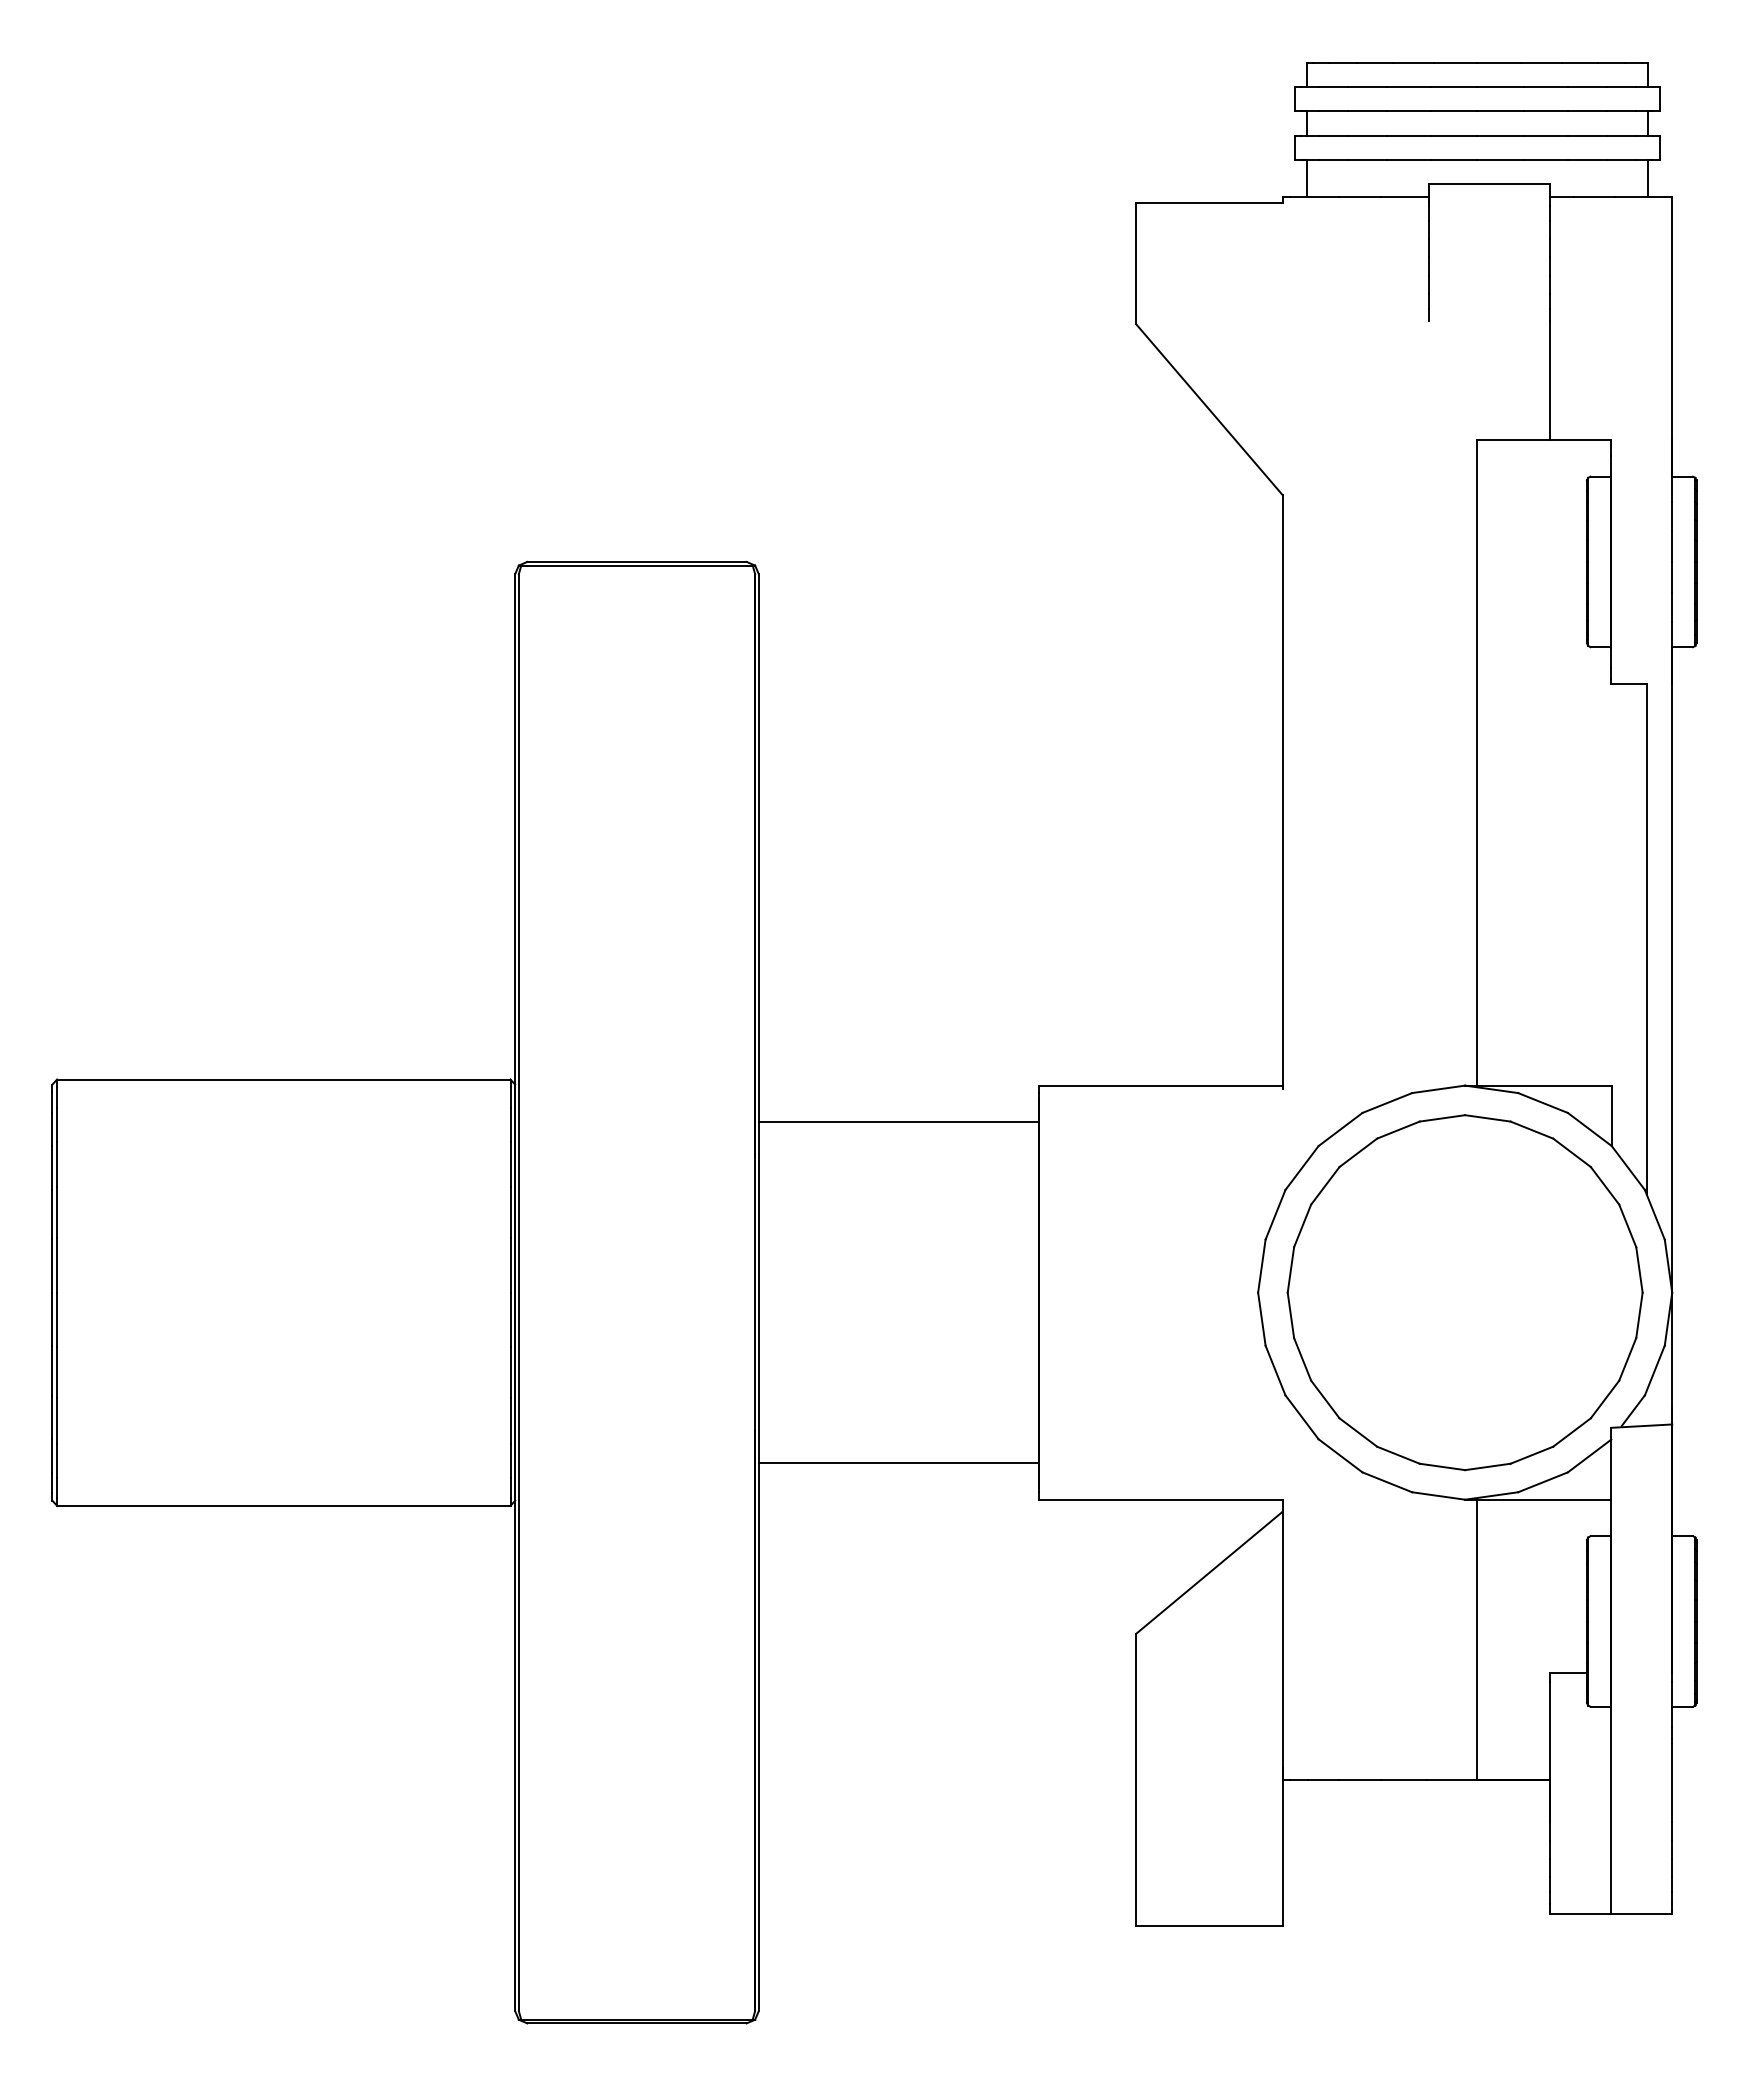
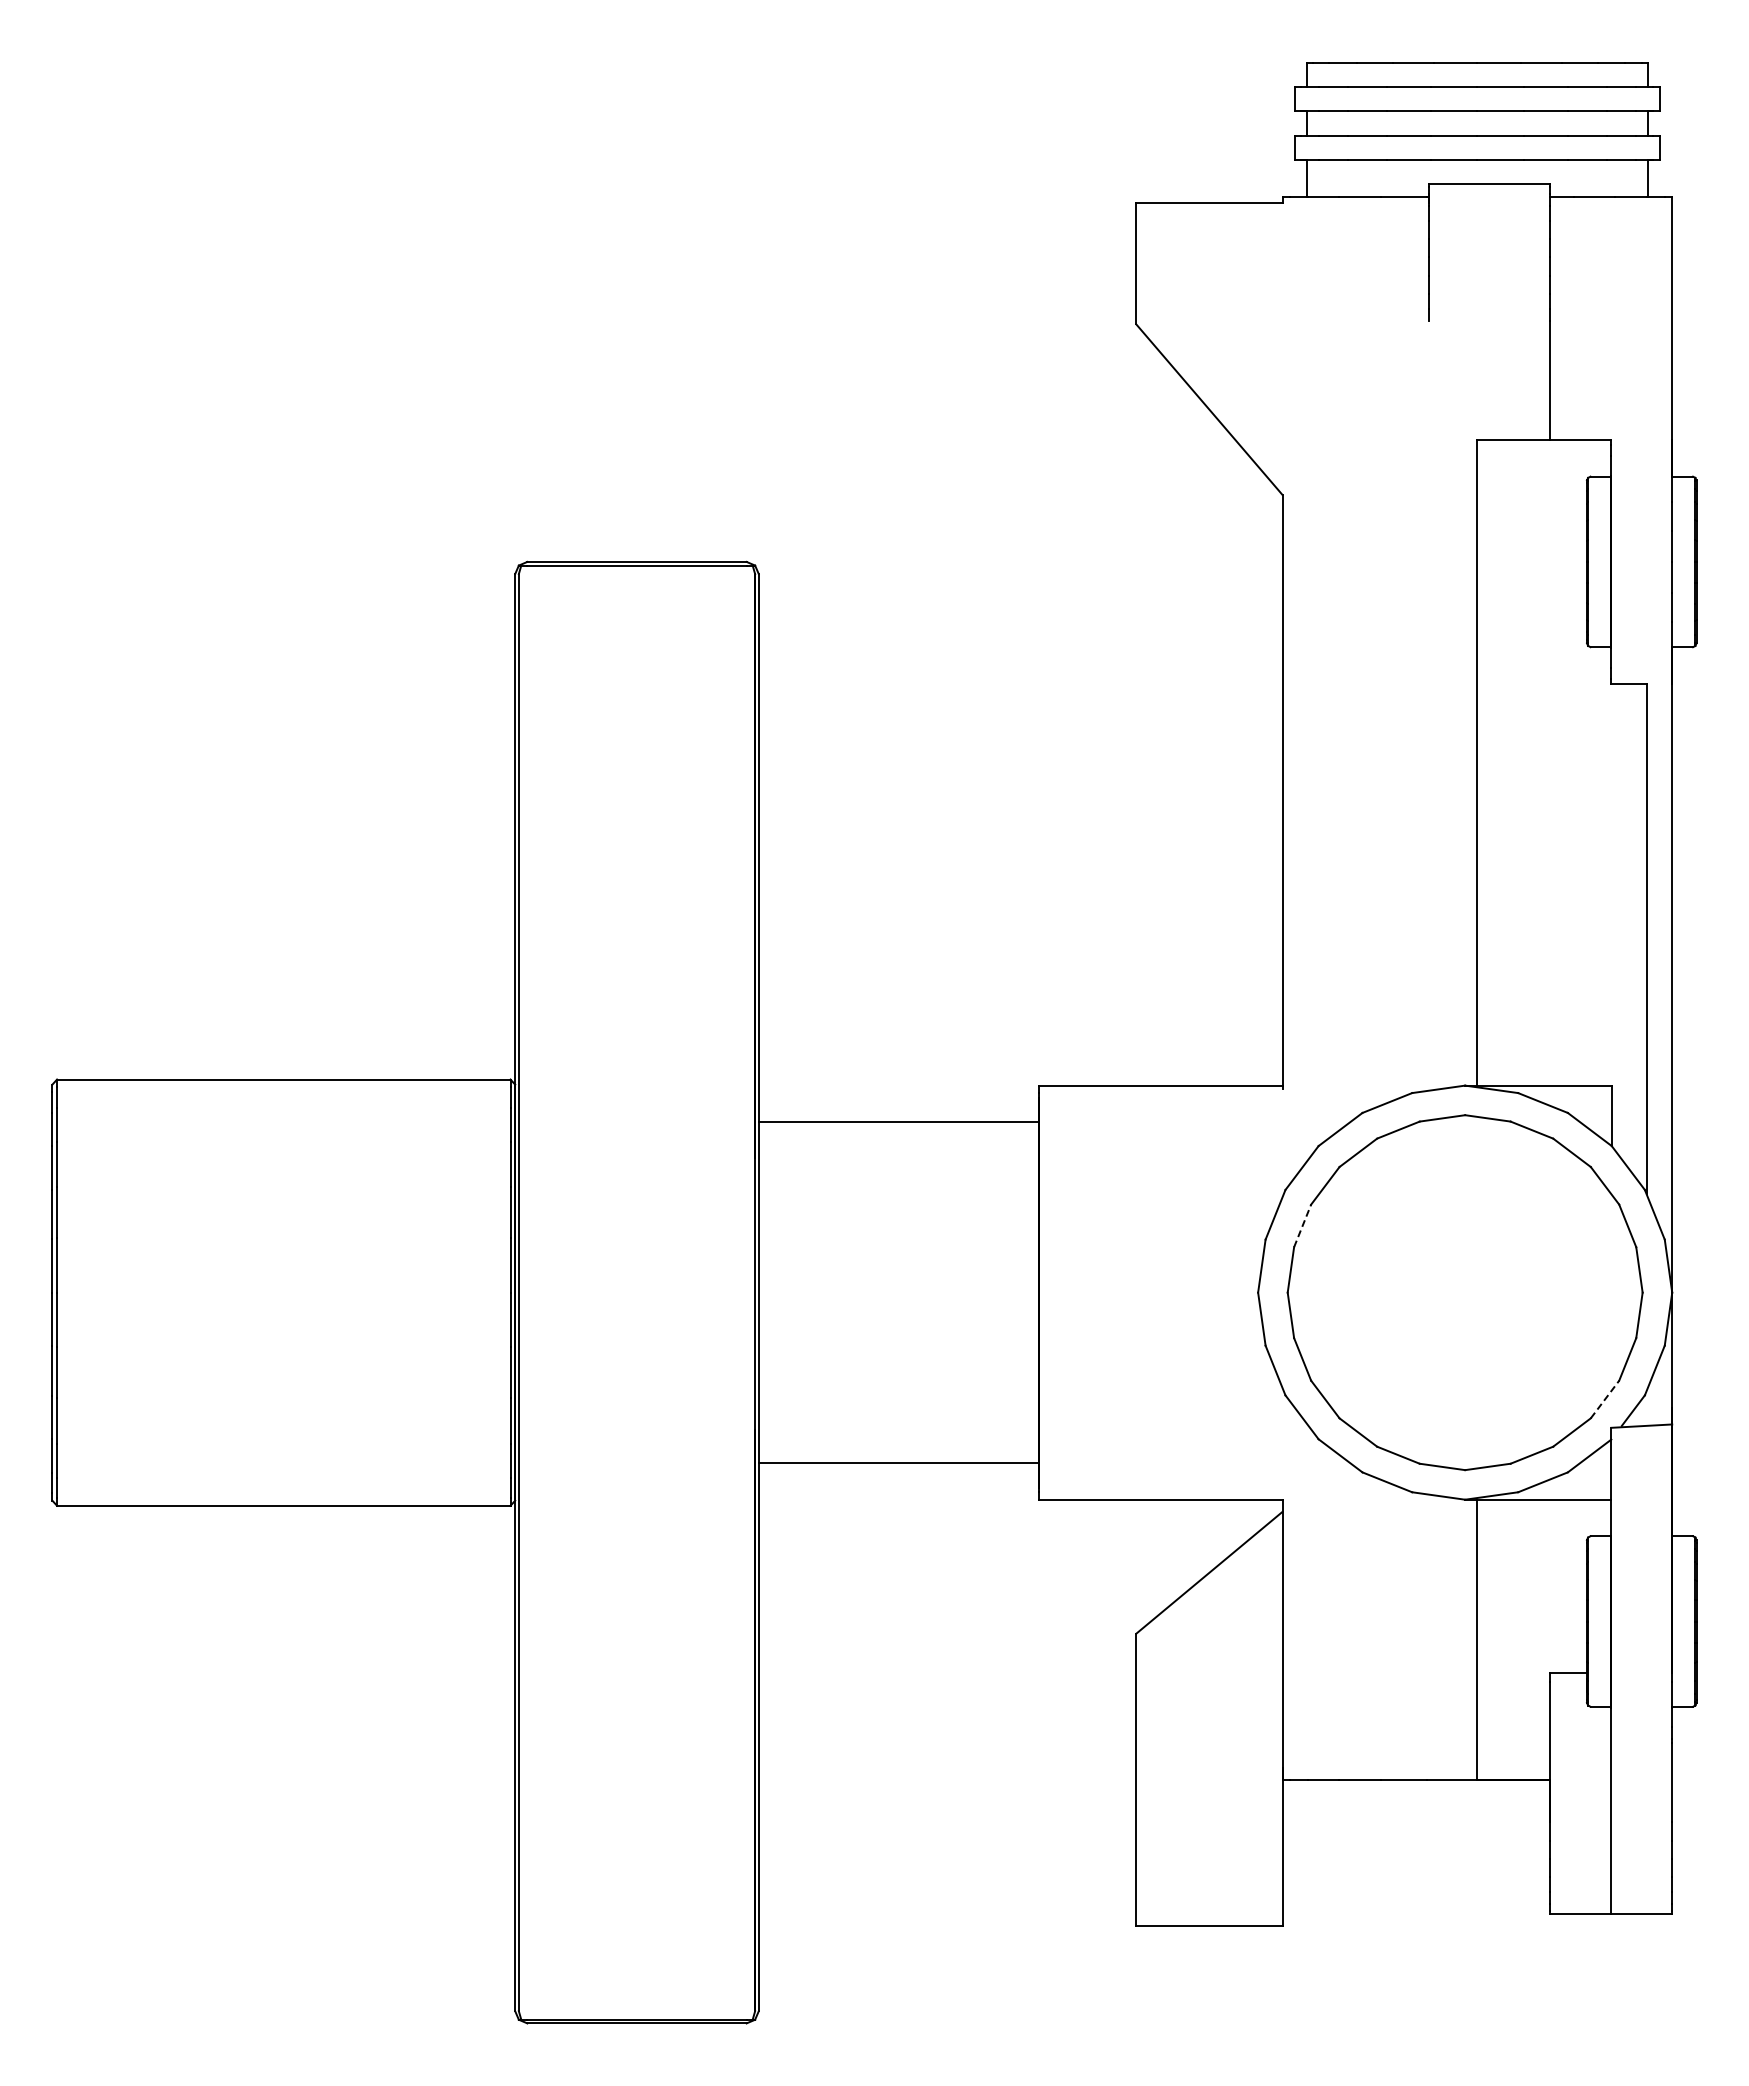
line at (1302, 1225): solid -> dashed
line at (1605, 1399): solid -> dashed
